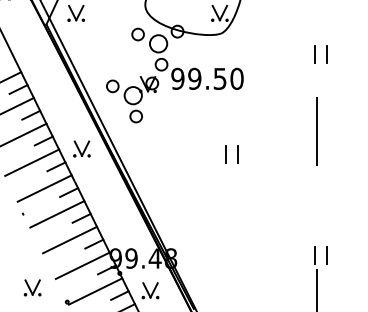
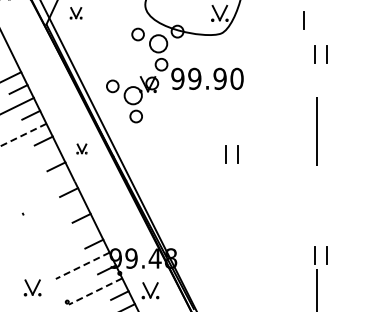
part at (75, 12) size: 18x18 px -> 14x13 px
line at (303, 20): none -> present
text at (219, 78): 99.50 -> 99.90
line at (23, 135): solid -> dashed
part at (81, 148) size: 18x18 px -> 12x12 px
line at (32, 162): present -> none
line at (44, 188): present -> none
line at (57, 214): present -> none
line at (70, 239): present -> none
line at (82, 265): solid -> dashed
line at (95, 291): solid -> dashed
